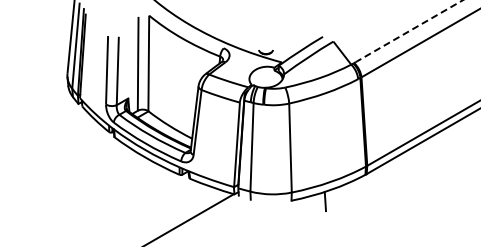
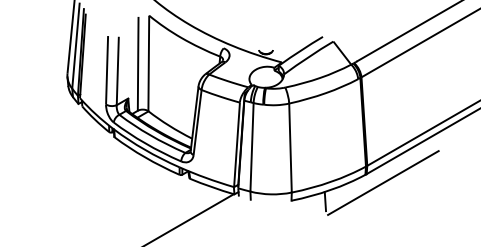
line at (409, 30): dashed -> solid
line at (383, 182): none -> present
